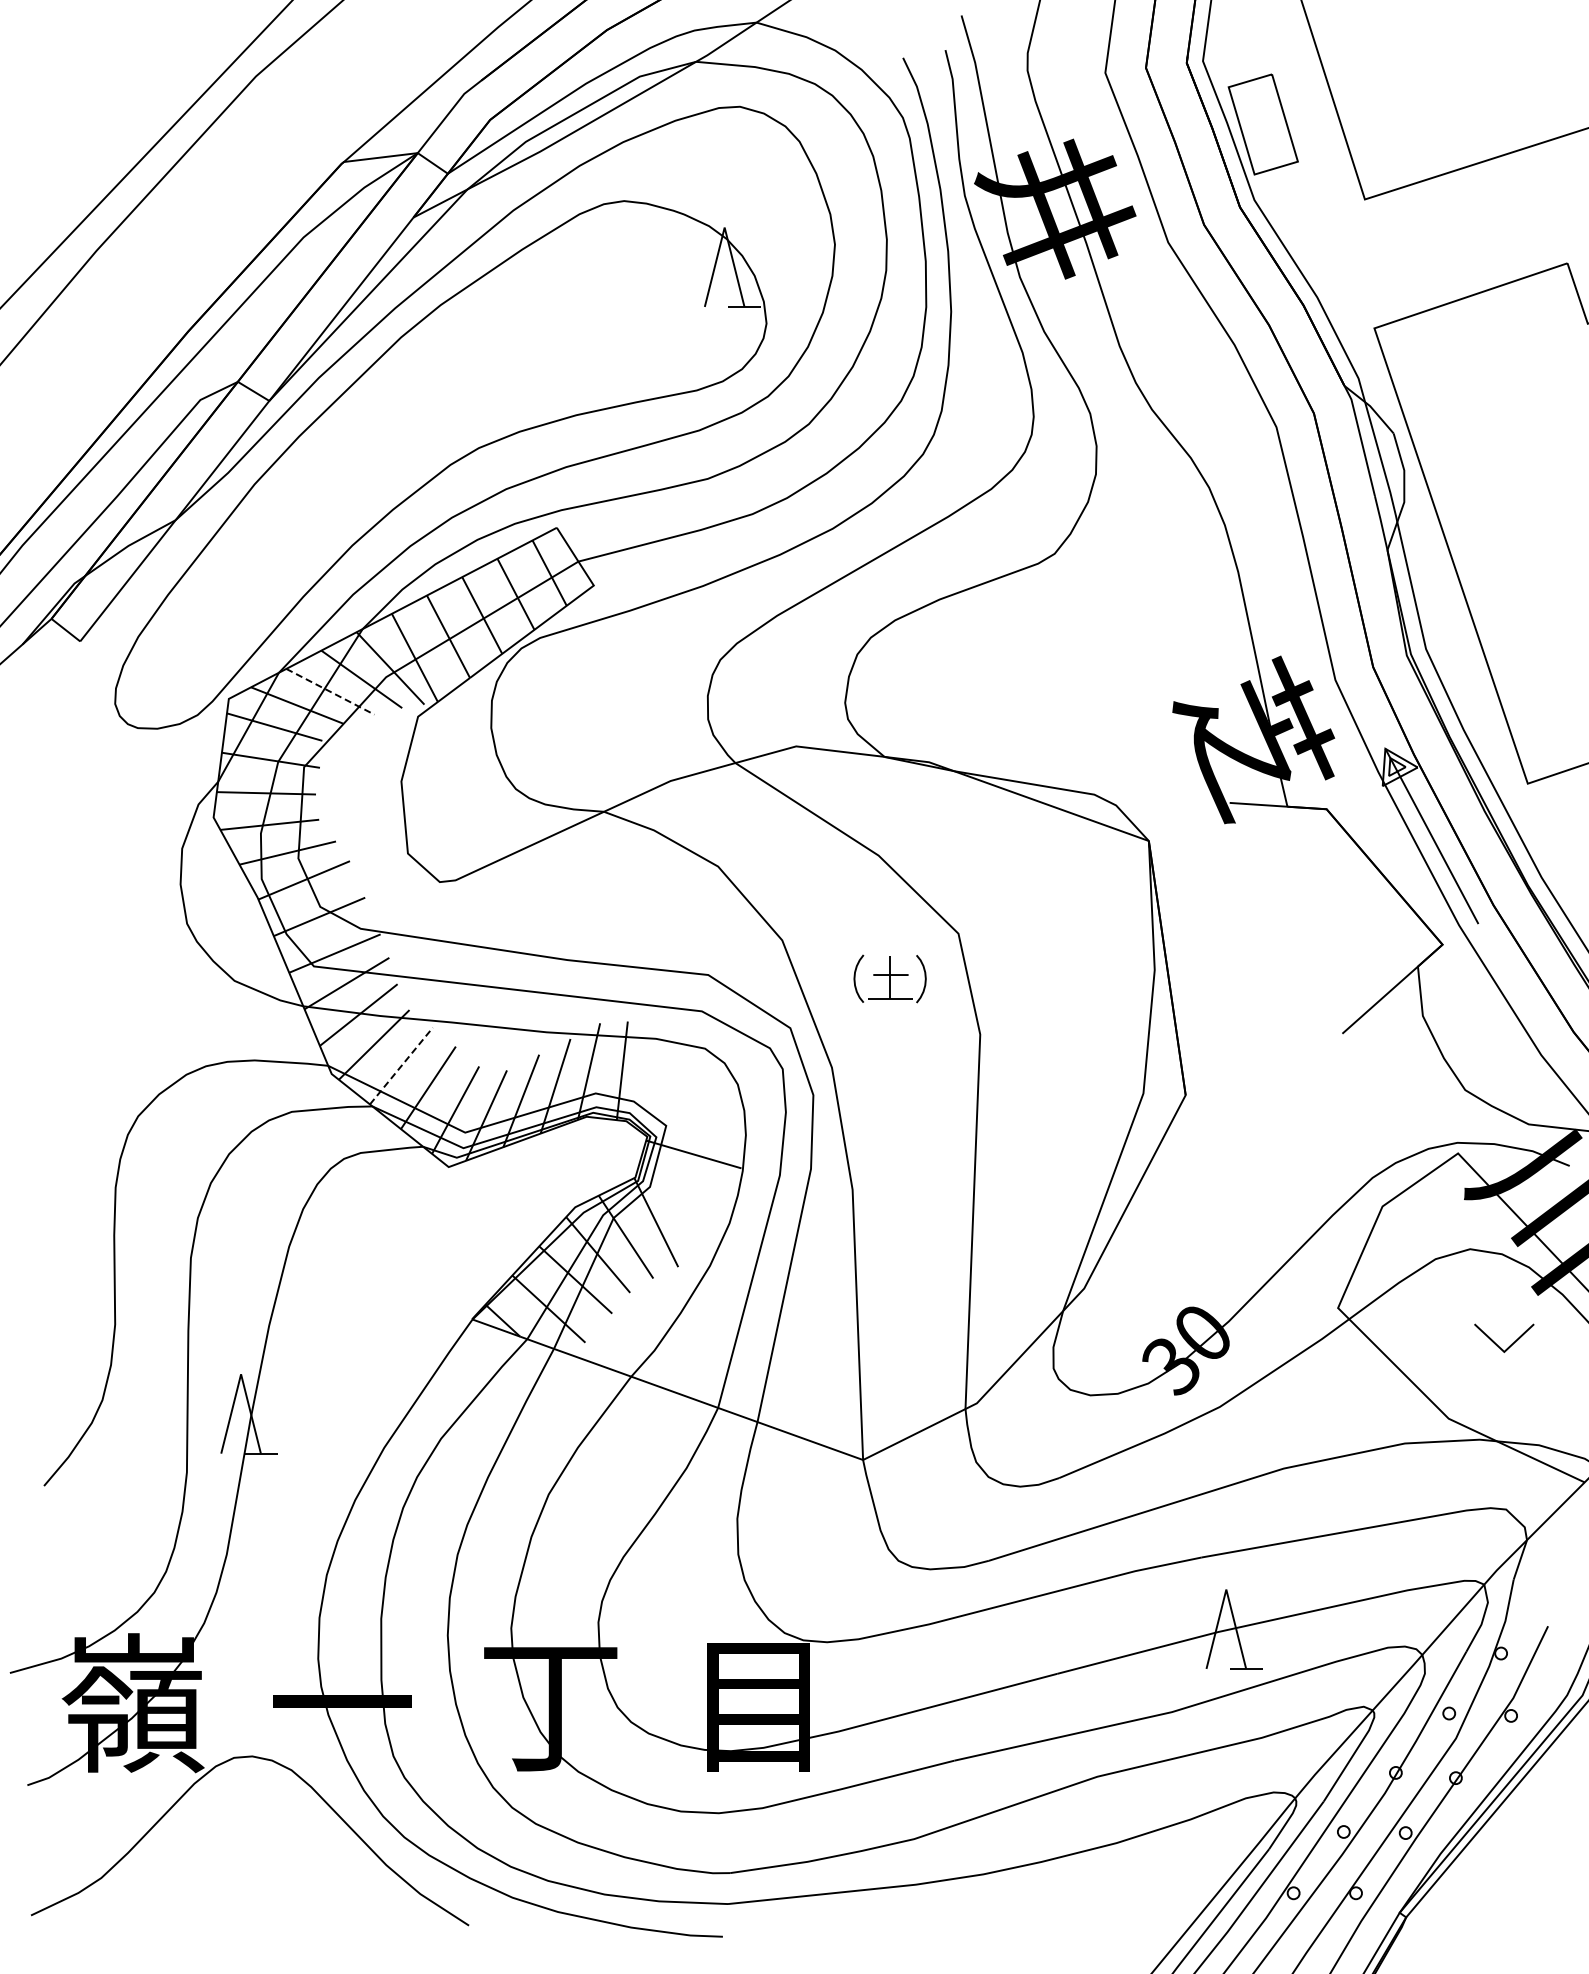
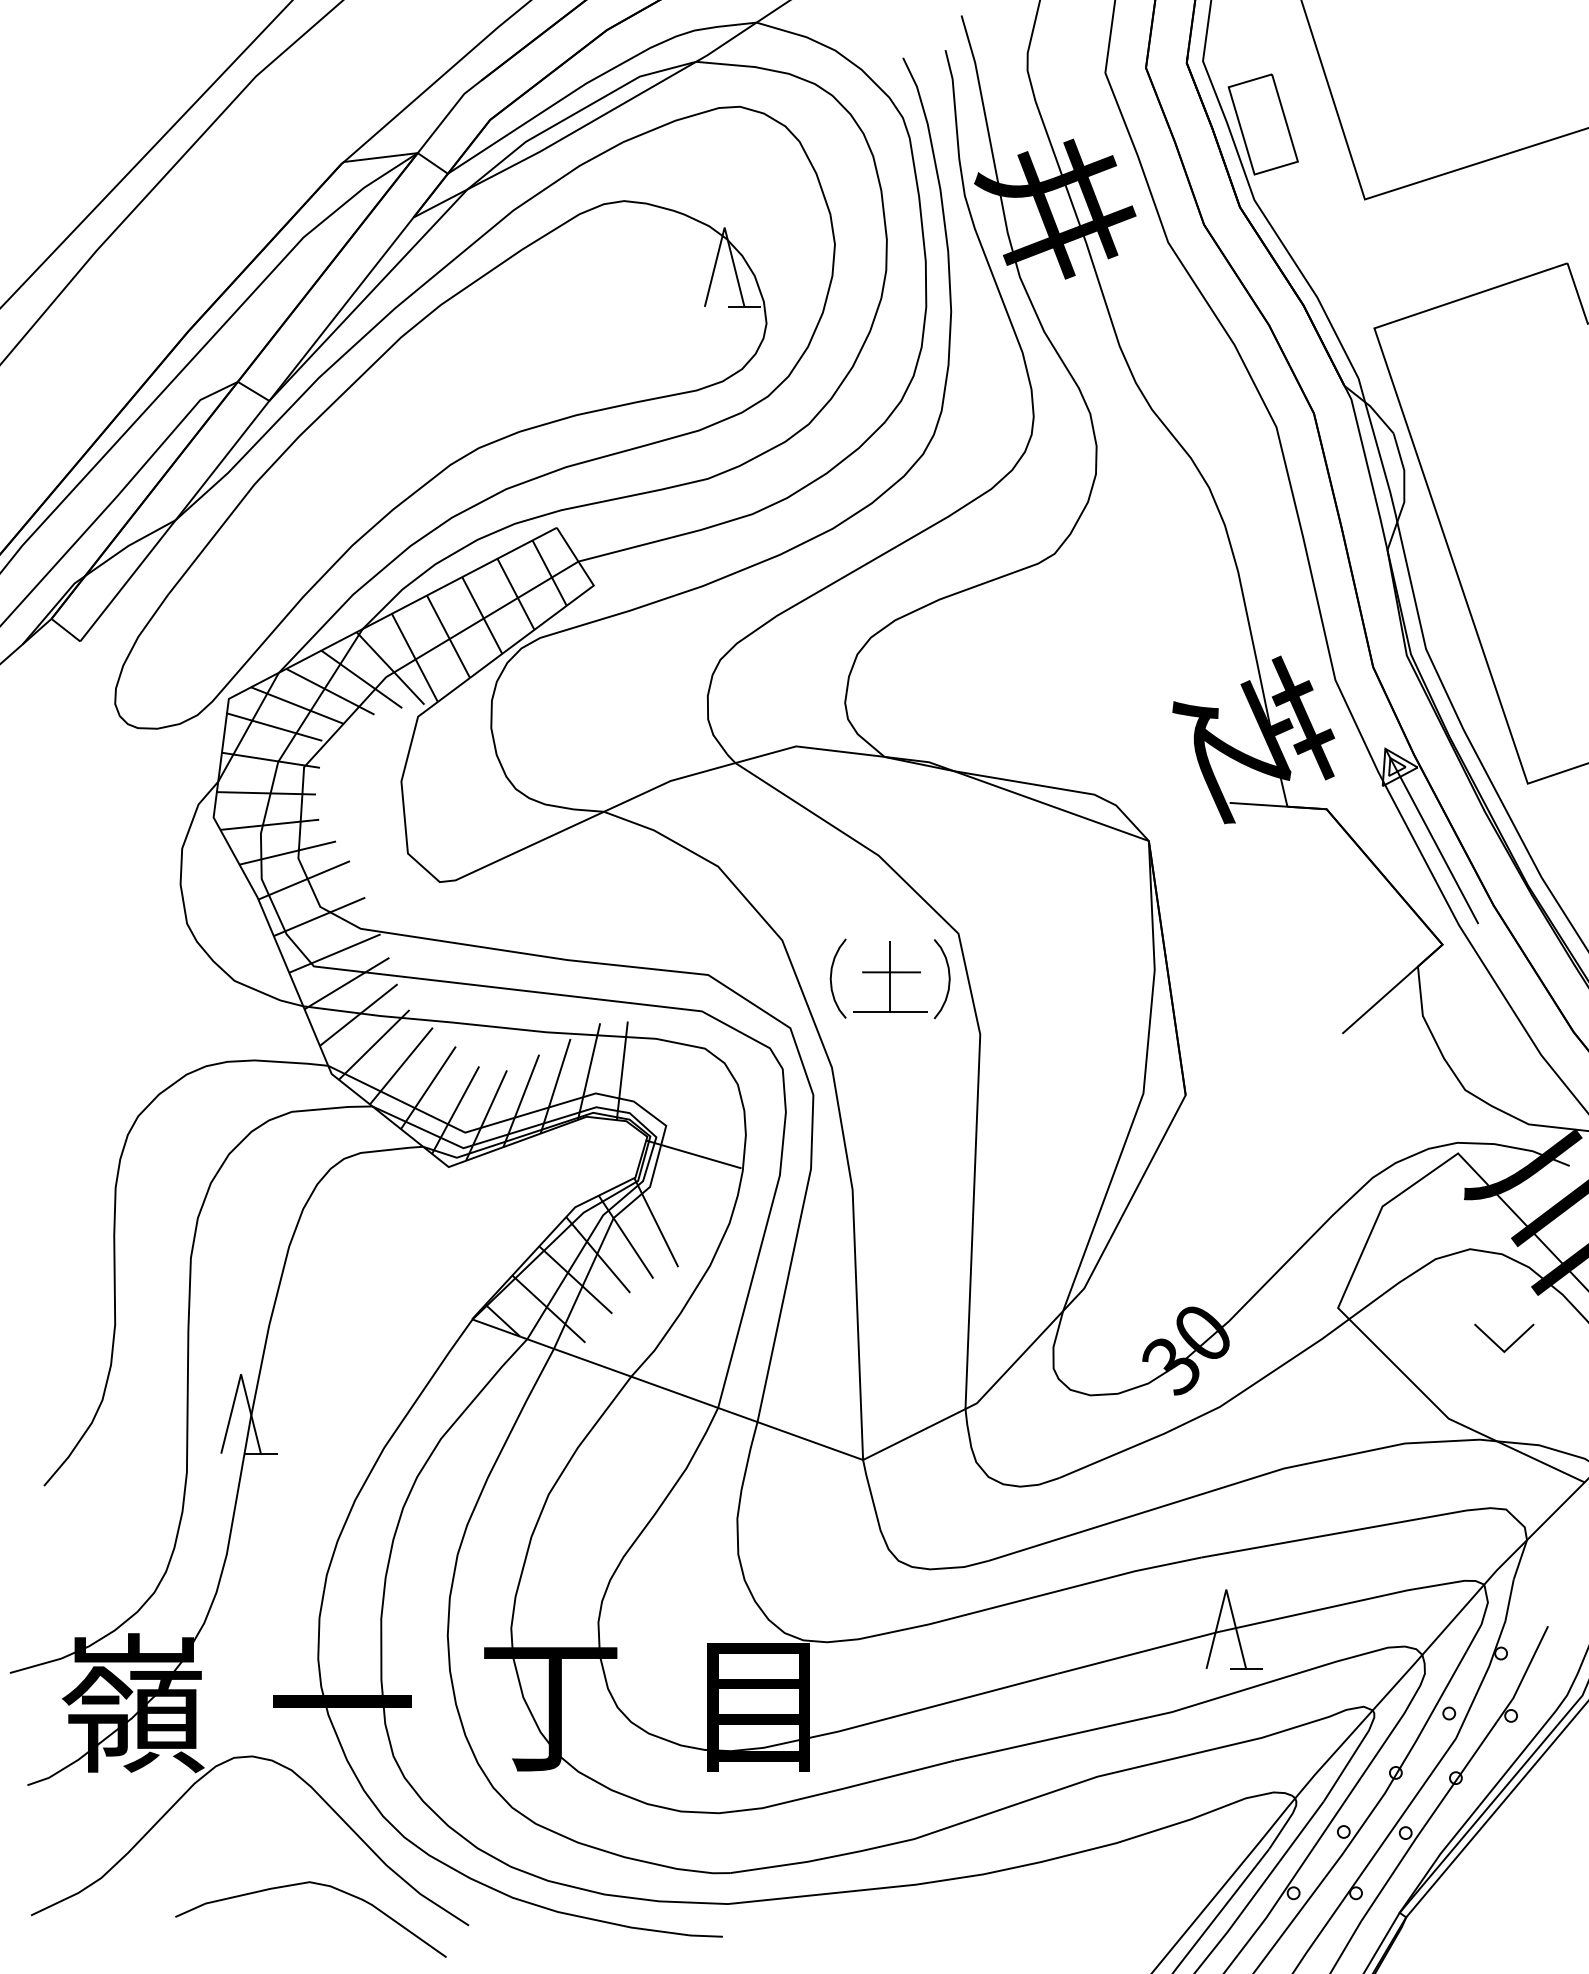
line at (330, 691): dashed -> solid
part at (889, 978) size: 74x50 px -> 122x82 px
line at (401, 1066): dashed -> solid
curve at (315, 1884): none -> present
